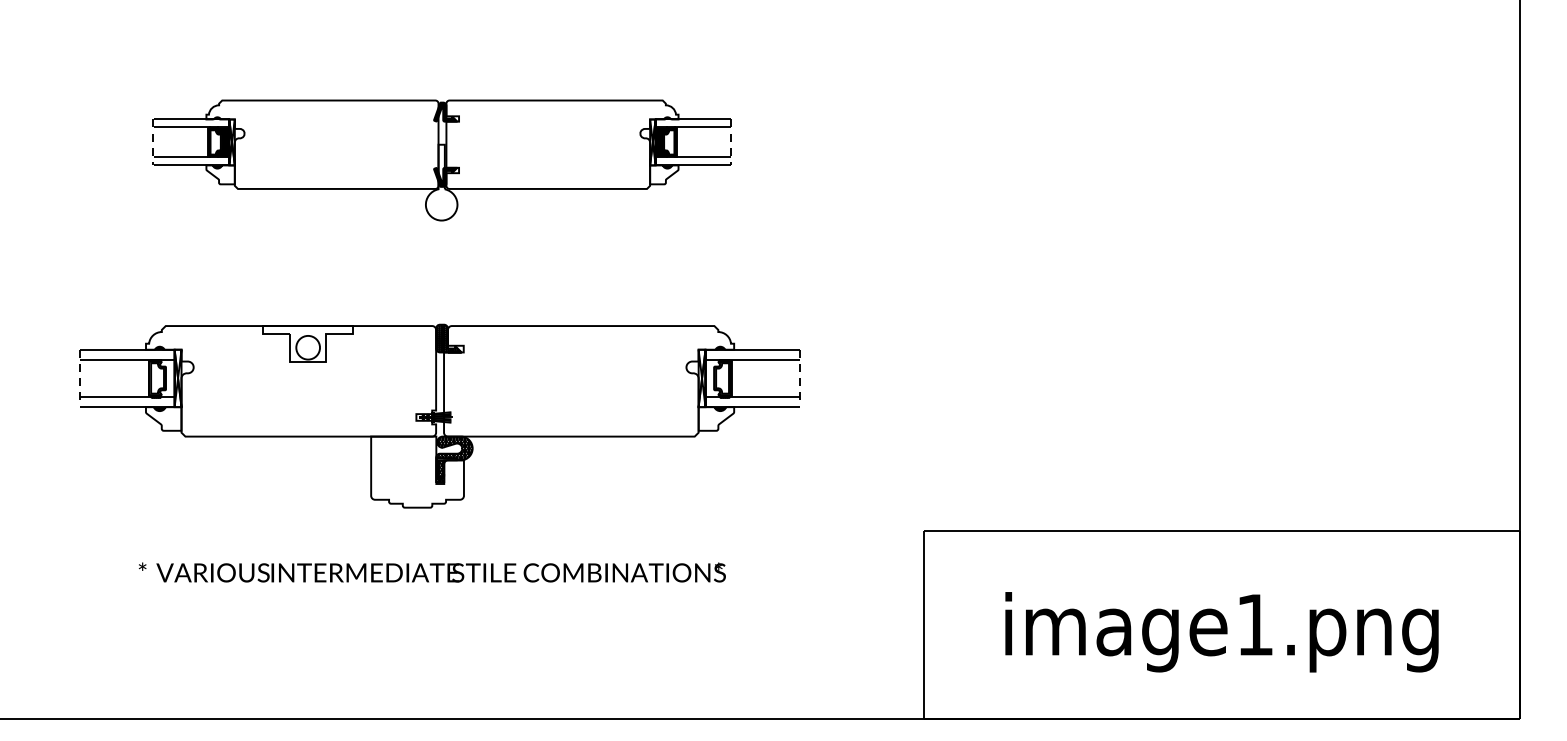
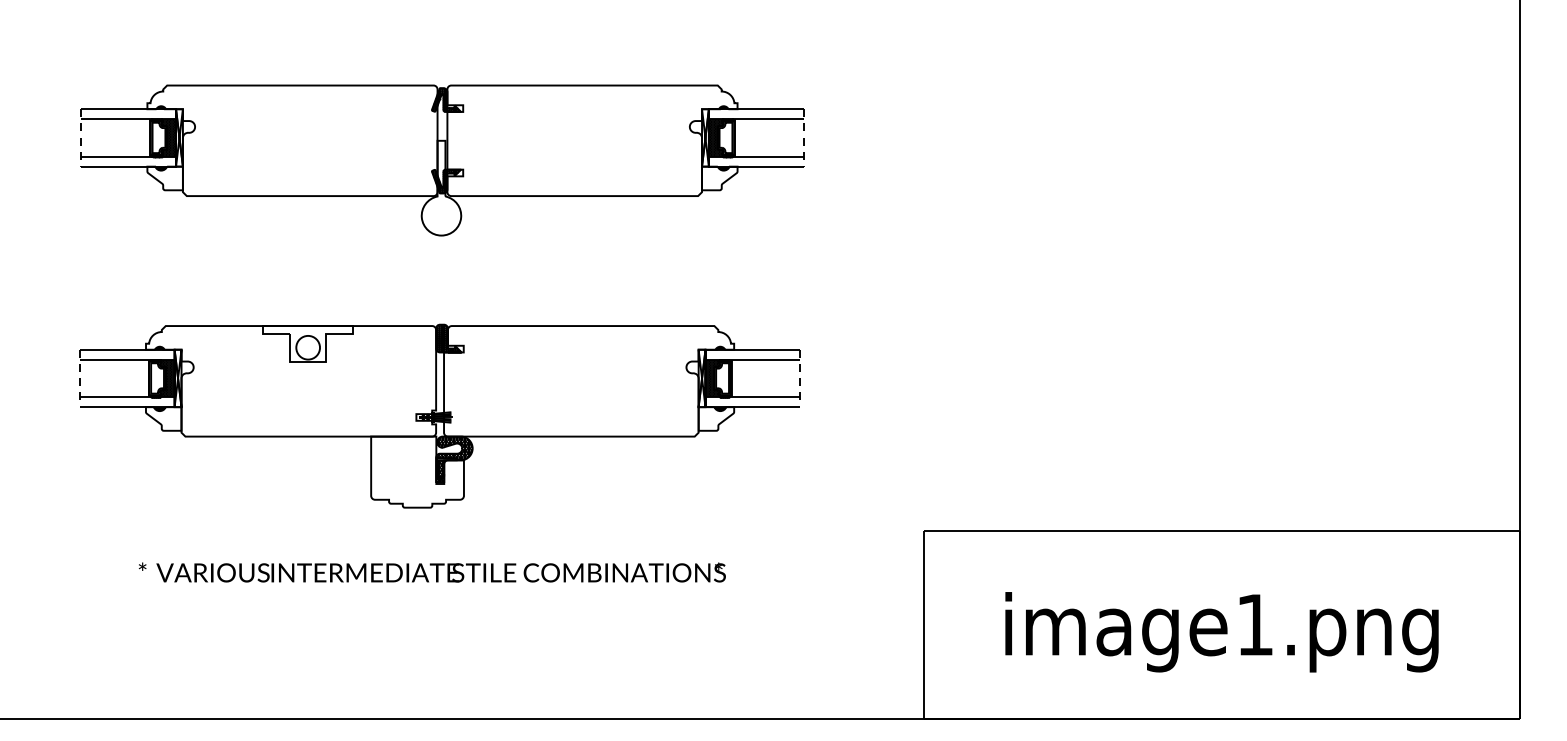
part at (441, 160) size: 580x123 px -> 725x153 px
hatch at (167, 378): none -> present
hatch at (712, 378): none -> present
